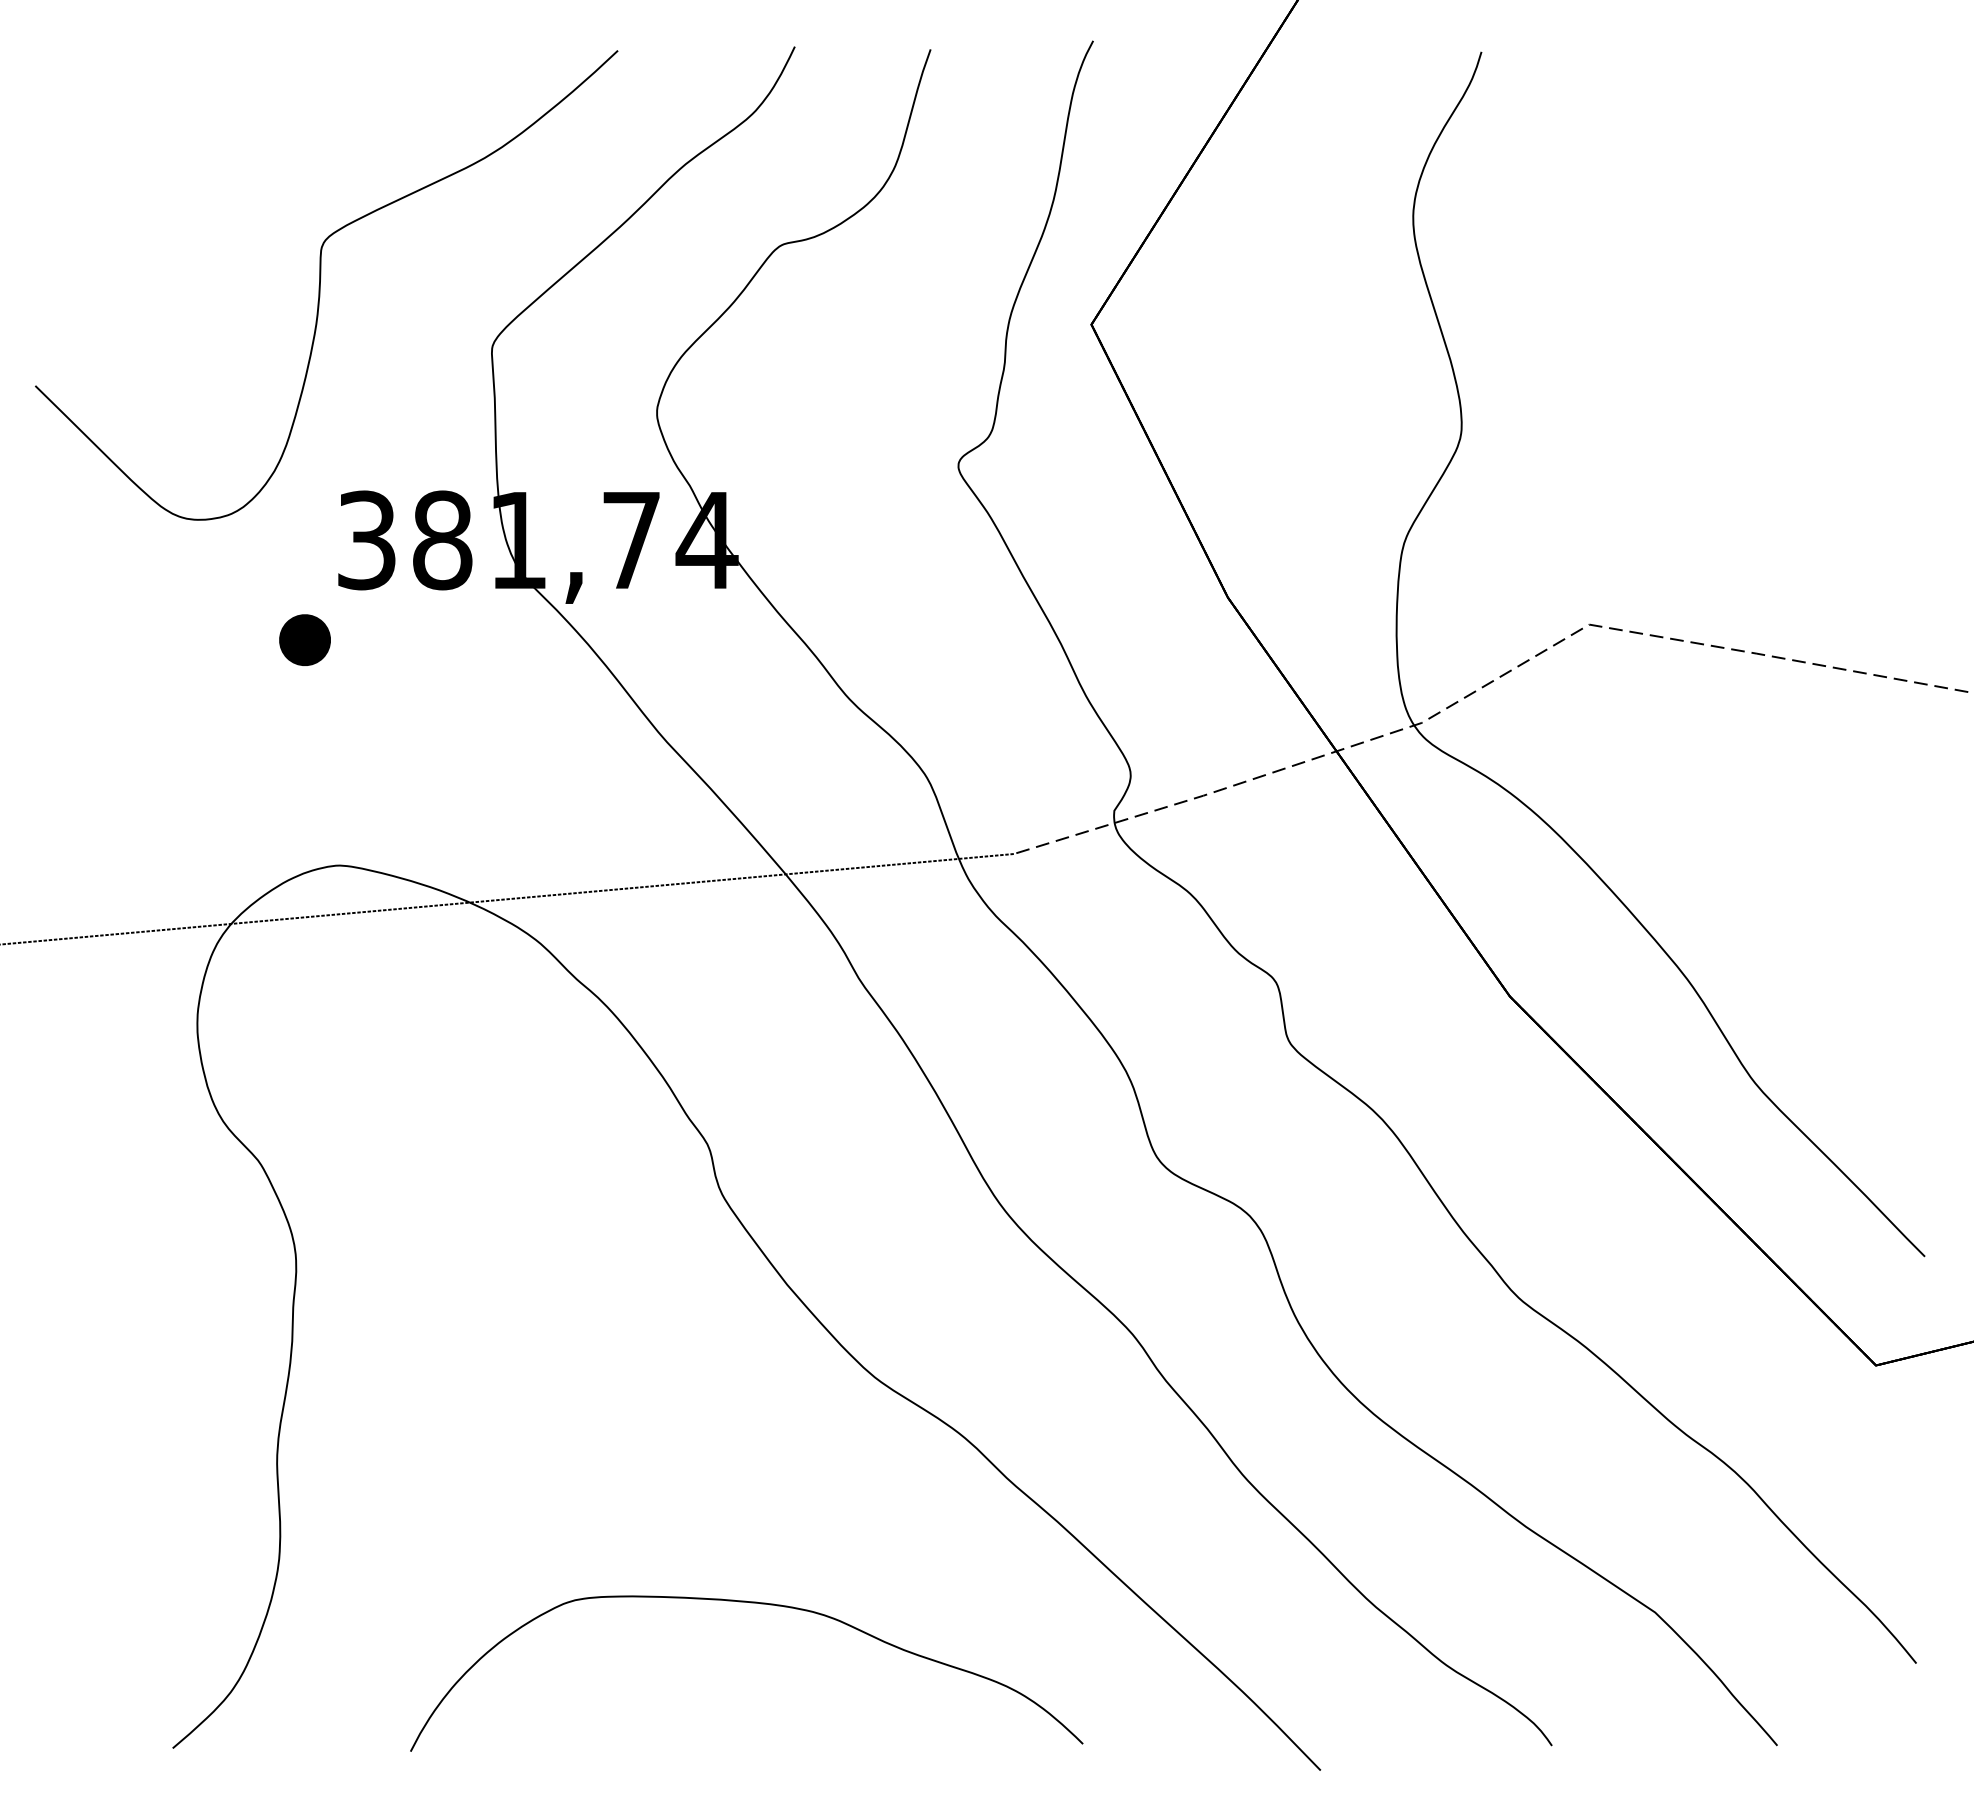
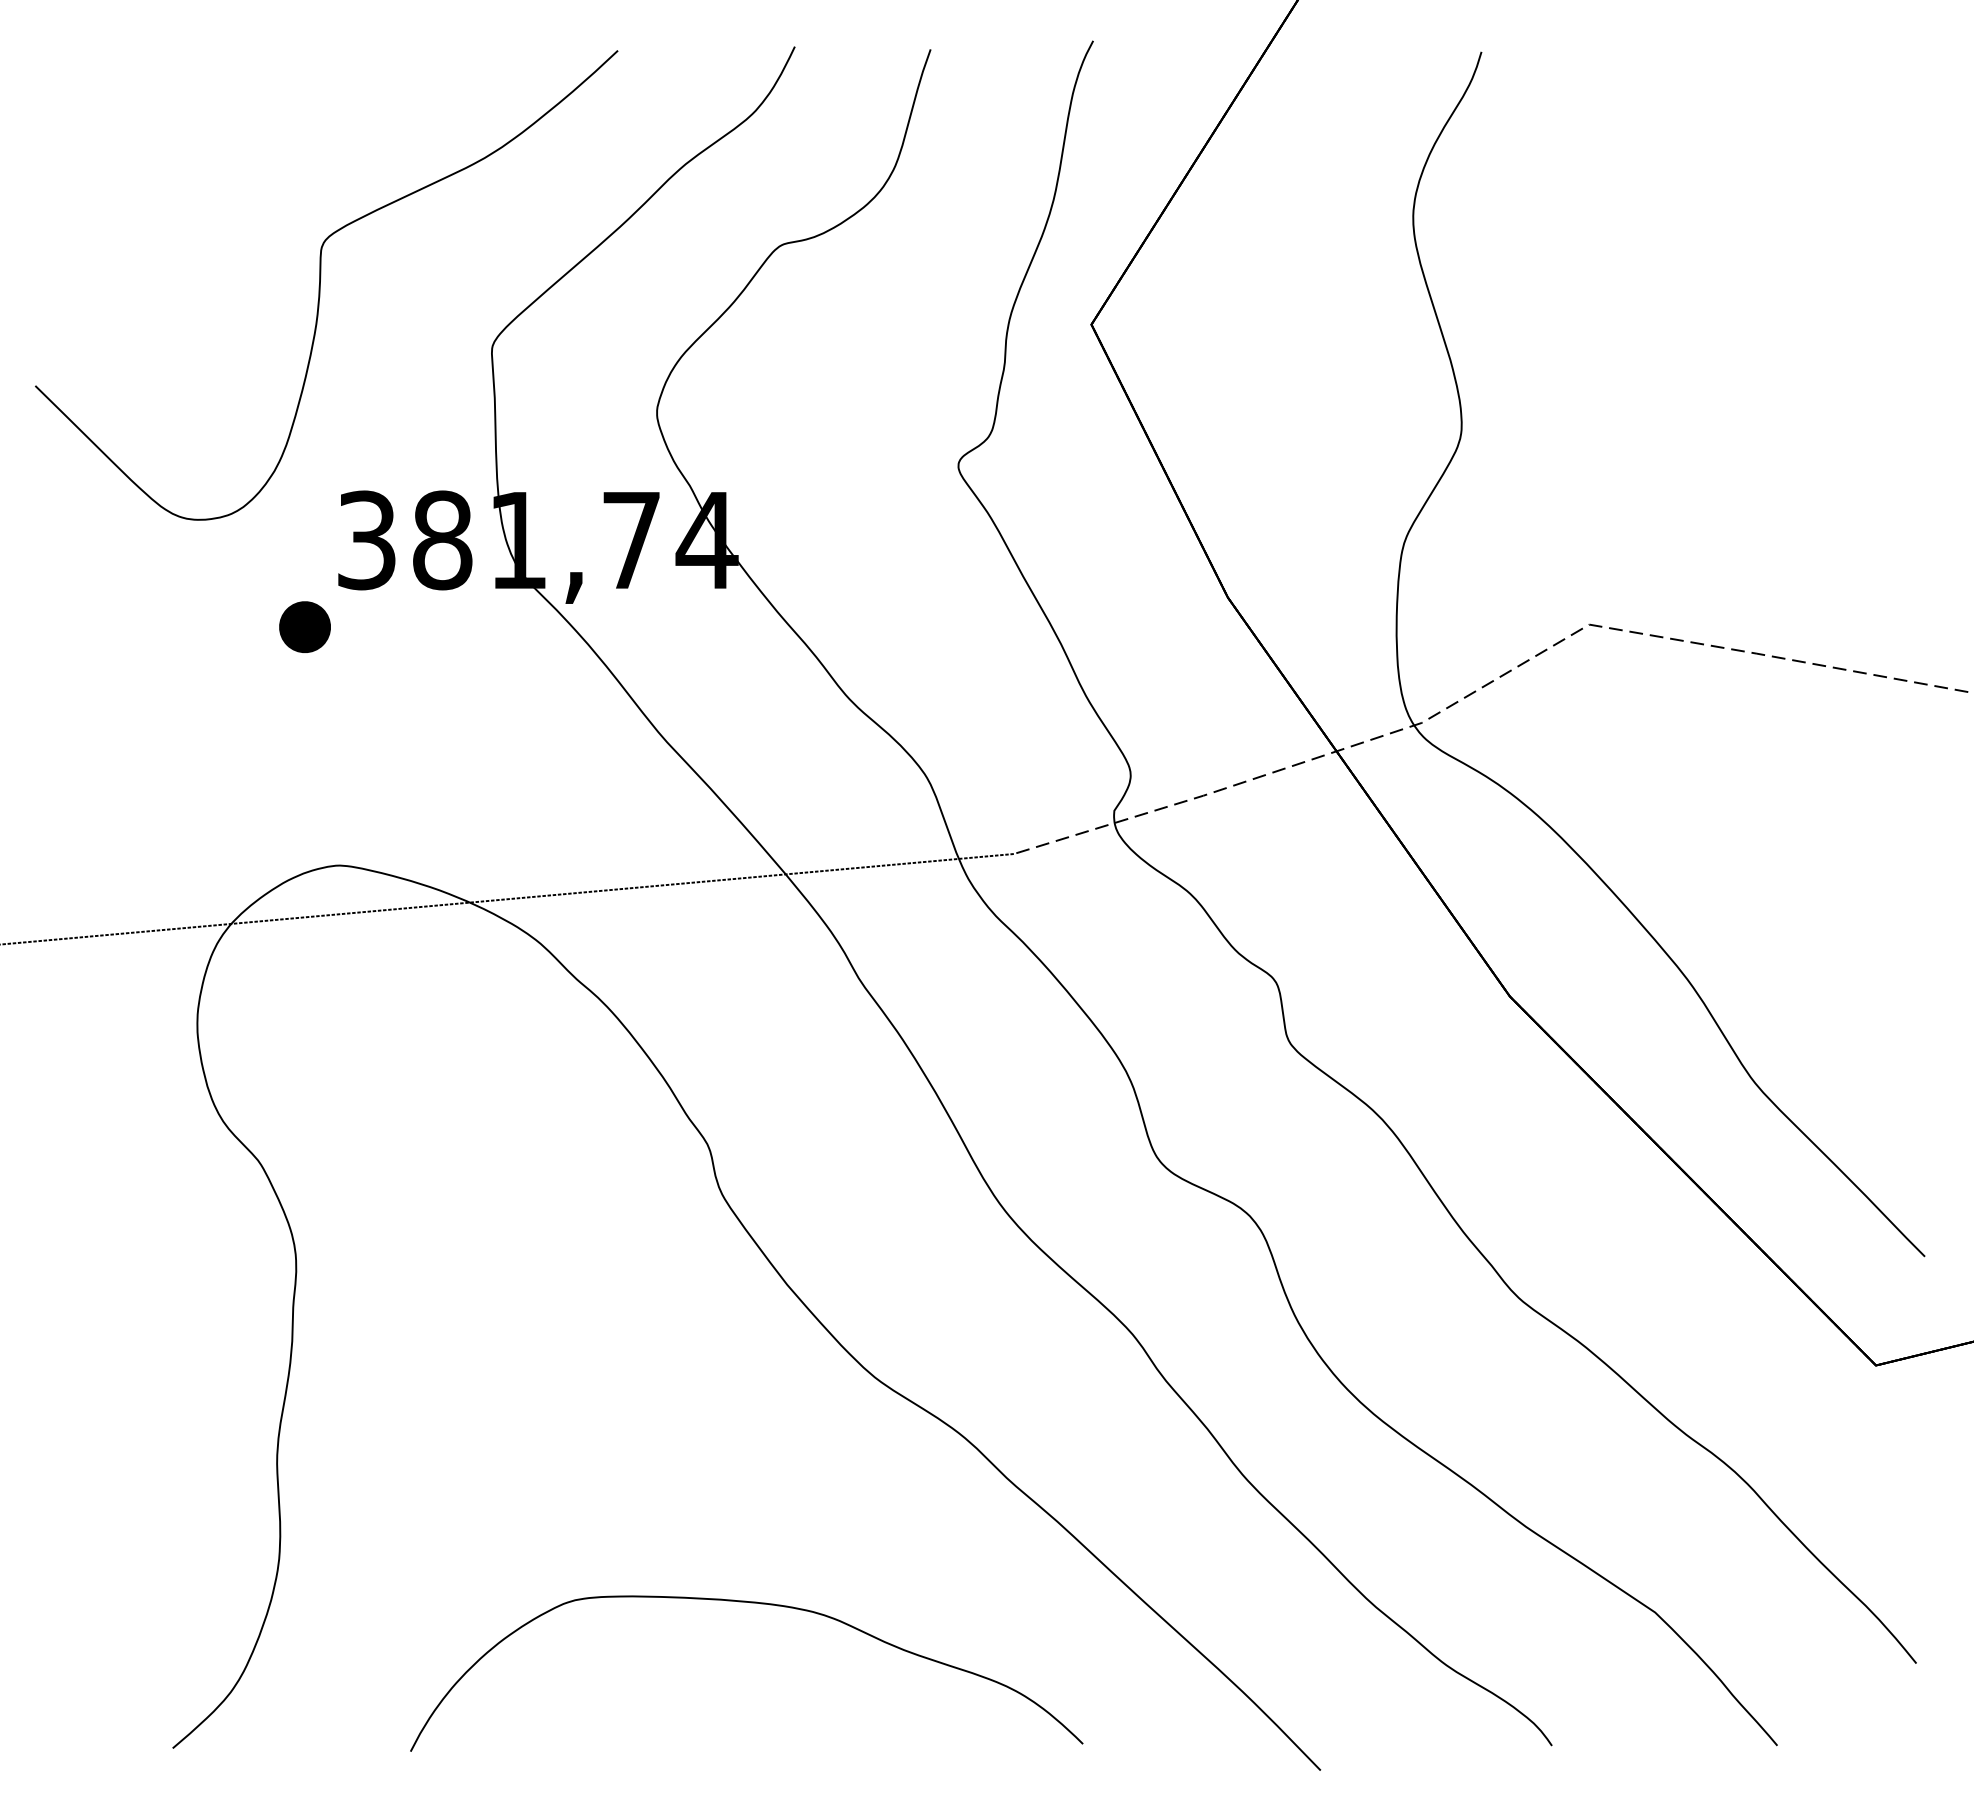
part at (304, 639) position: (304, 639) -> (304, 626)
